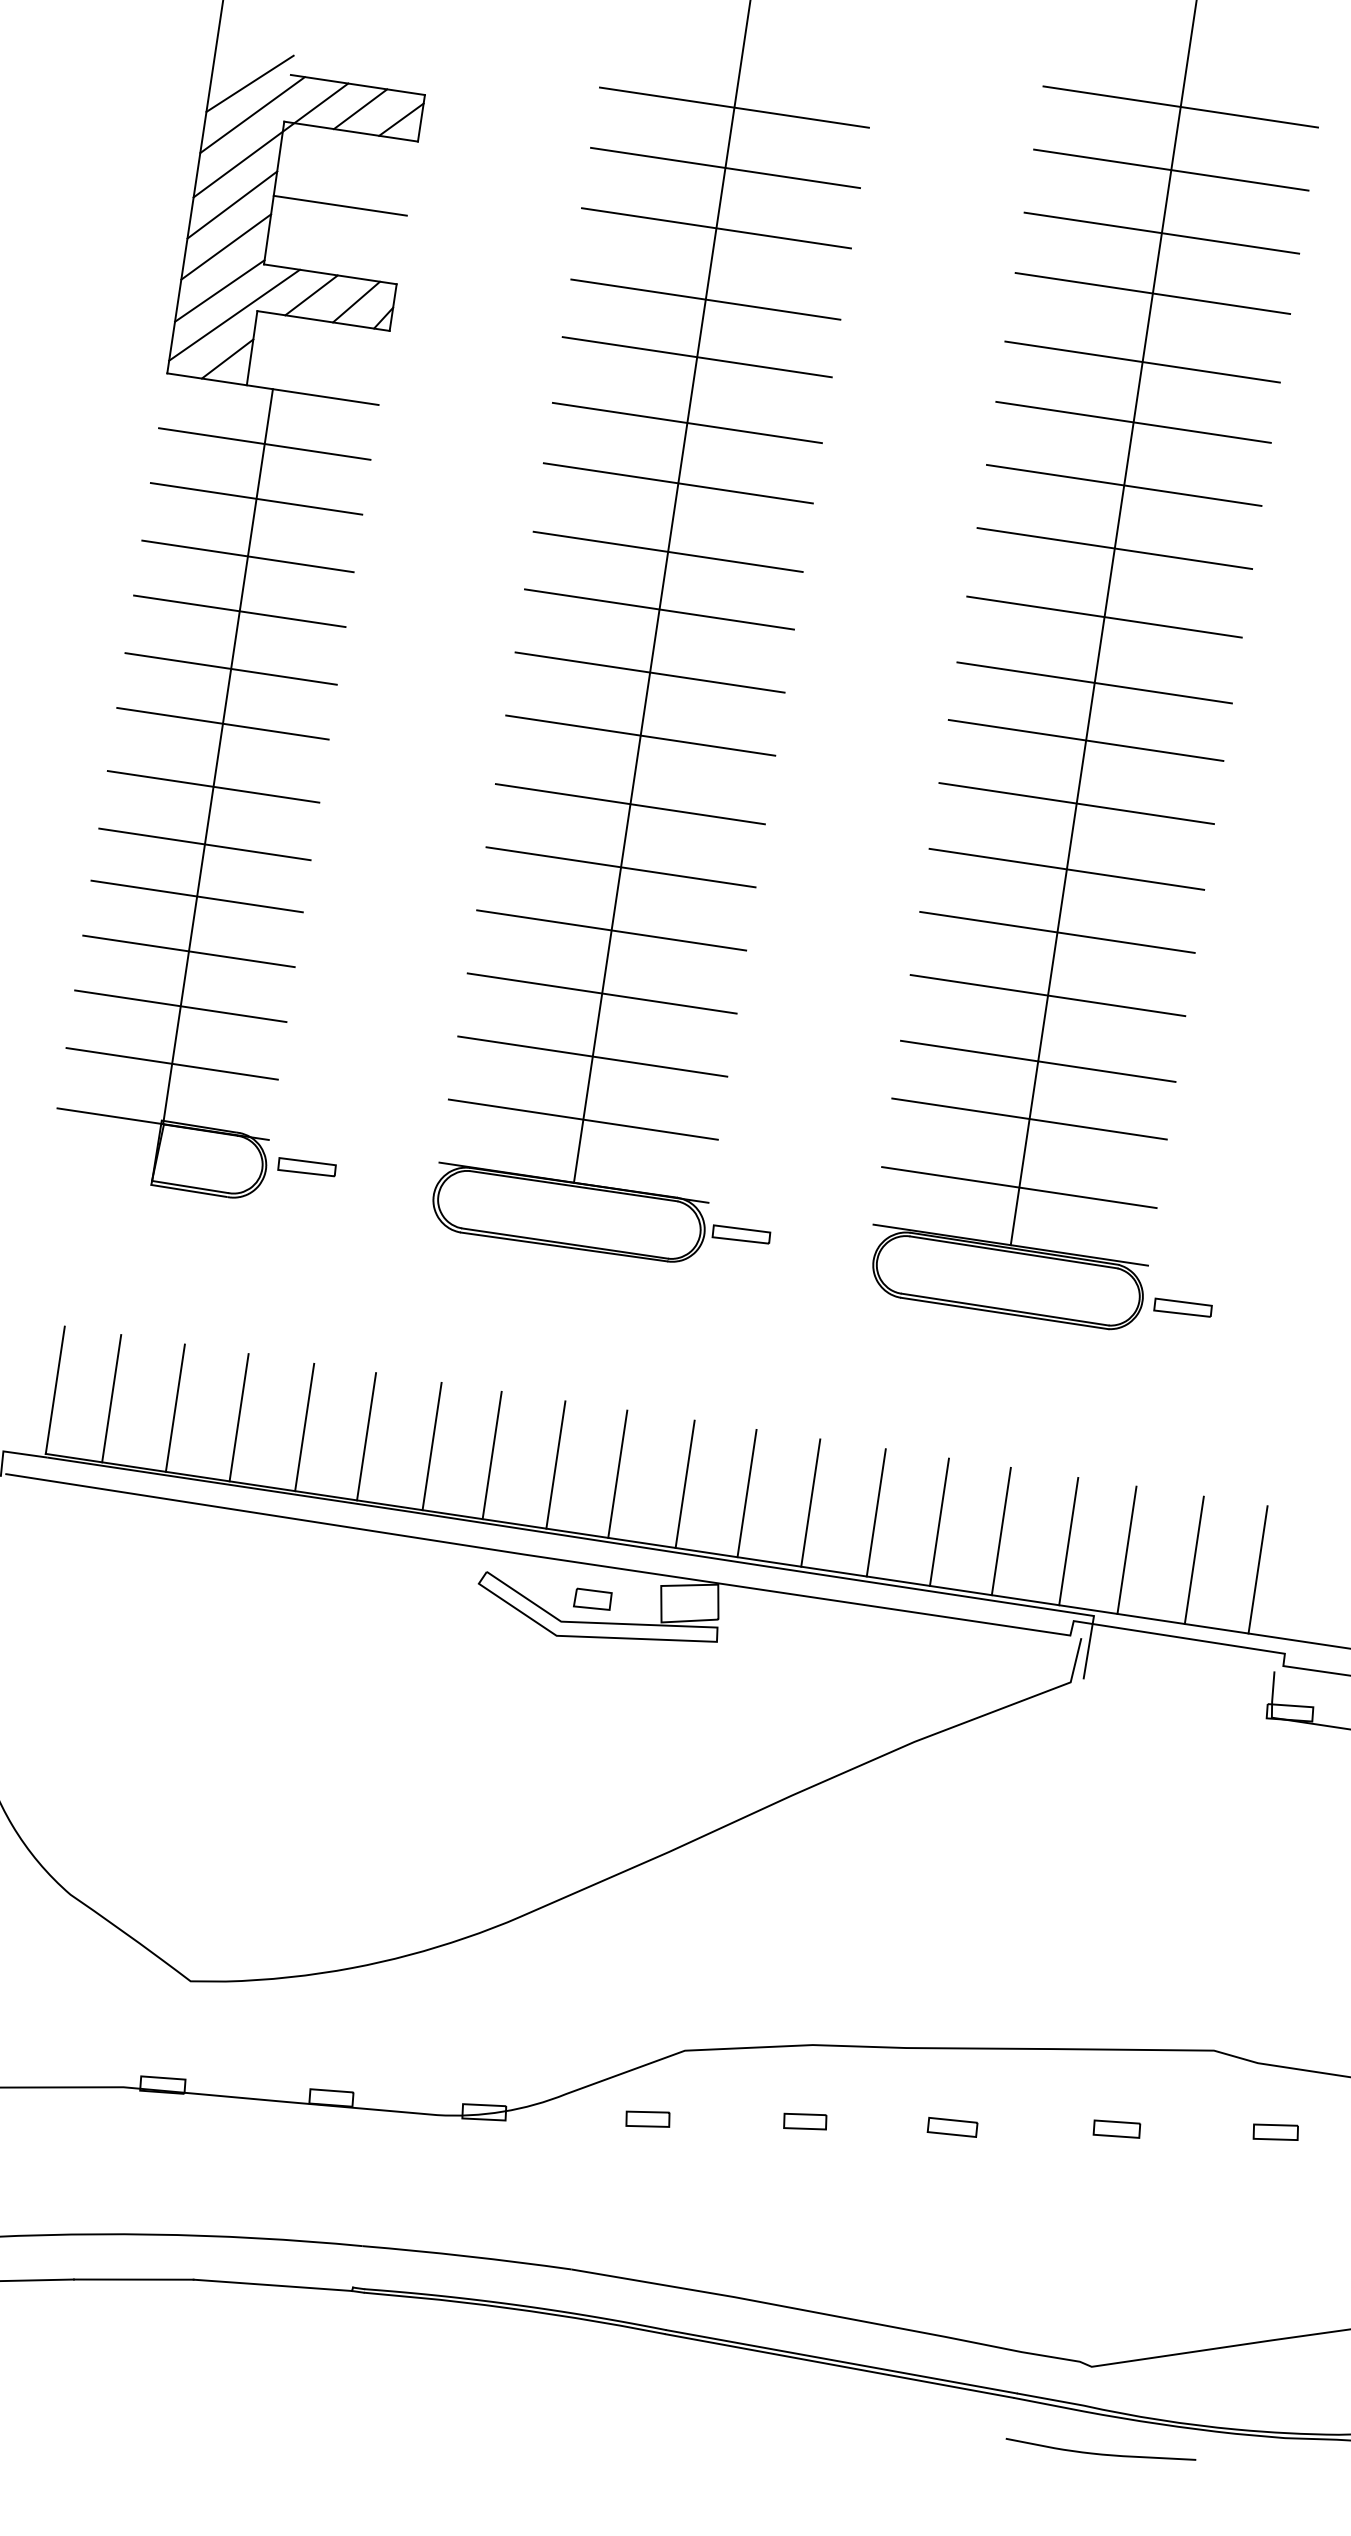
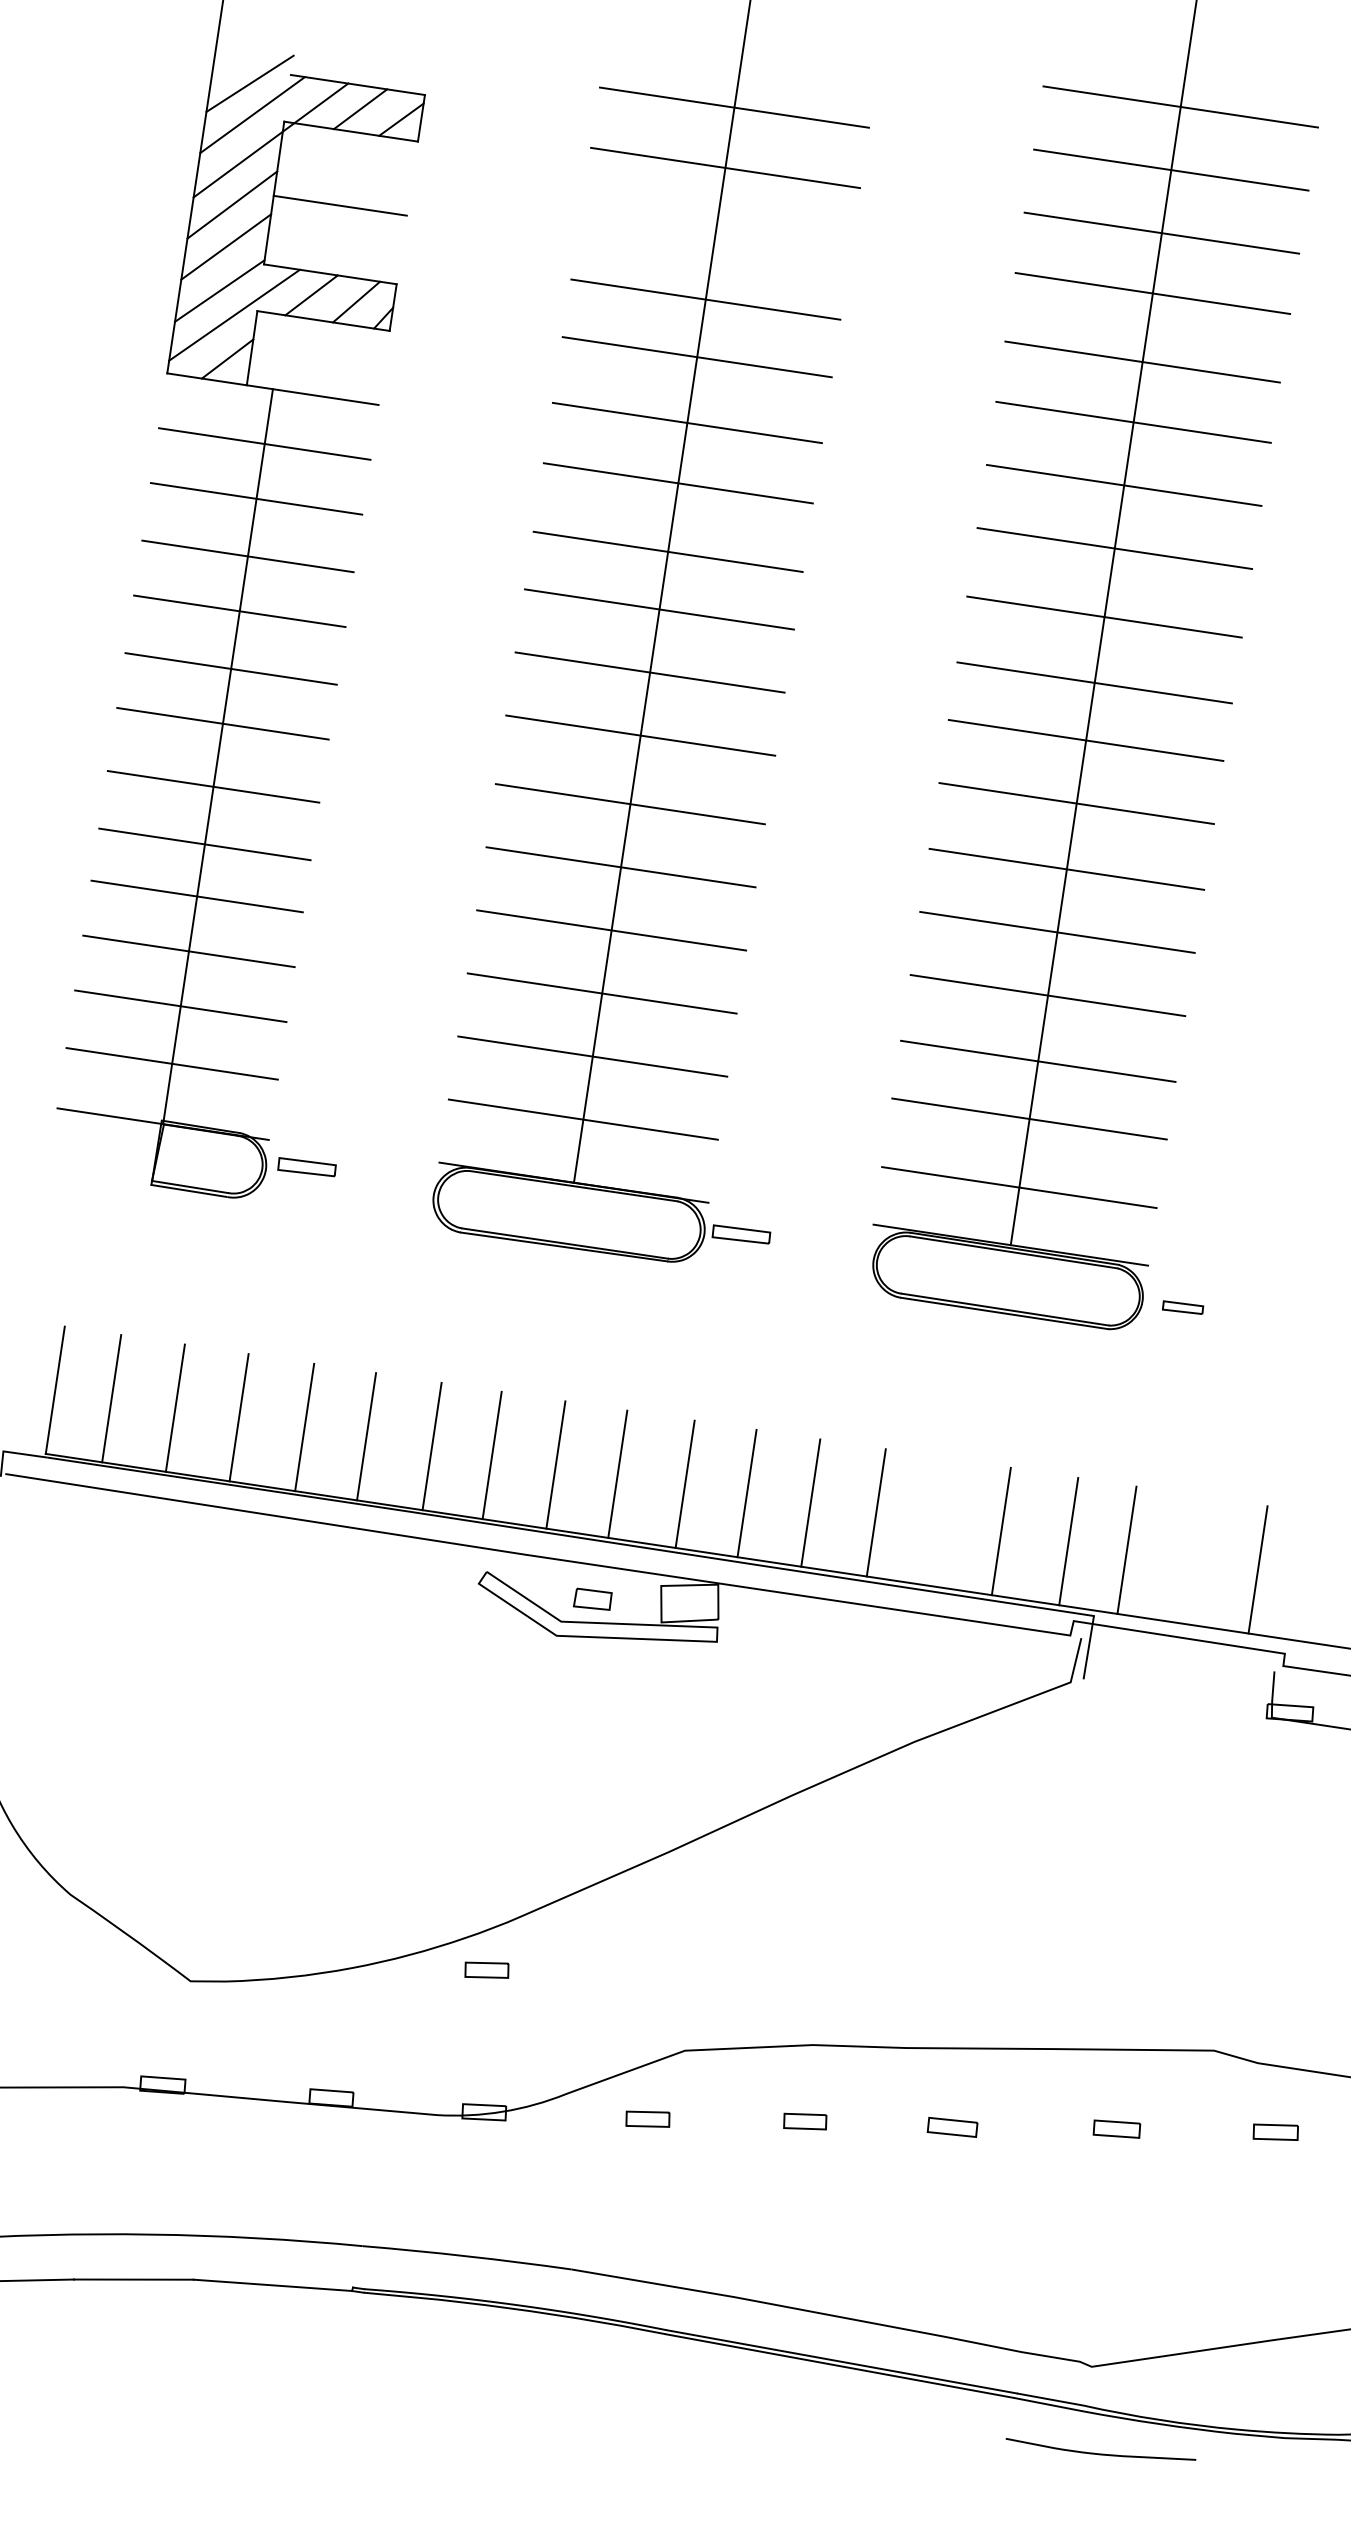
line at (716, 228): present -> none
part at (1182, 1307) size: 60x21 px -> 43x15 px
line at (938, 1521): present -> none
line at (1193, 1560): present -> none
part at (486, 1969): none -> present
